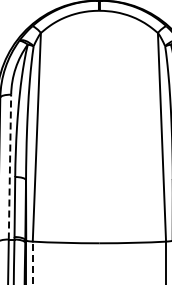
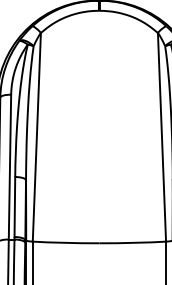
line at (9, 166): dashed -> solid
line at (32, 262): dashed -> solid
